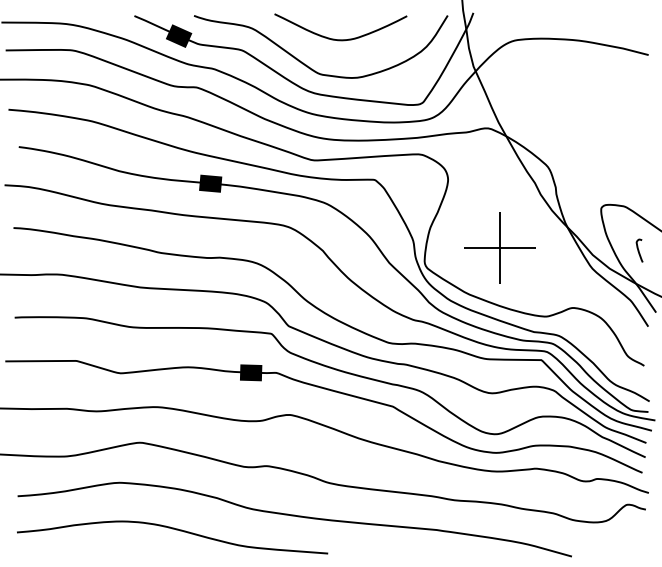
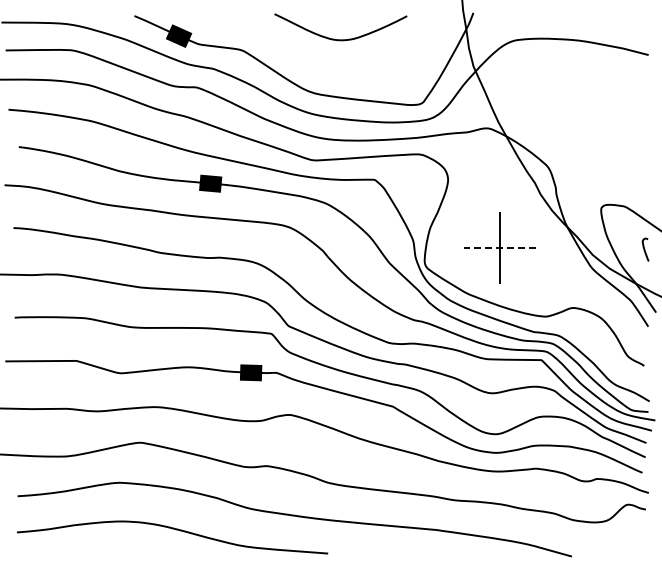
curve at (309, 66): present -> none
line at (499, 248): solid -> dashed
curve at (639, 250) position: (639, 250) -> (645, 249)
